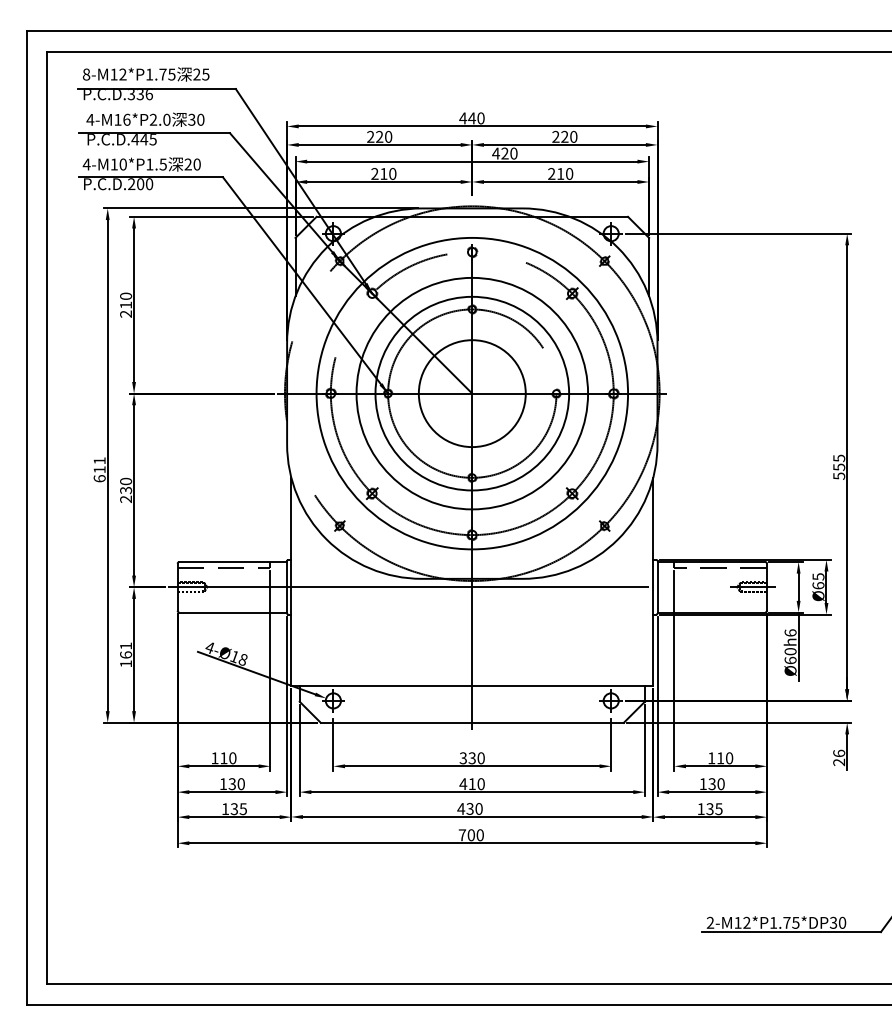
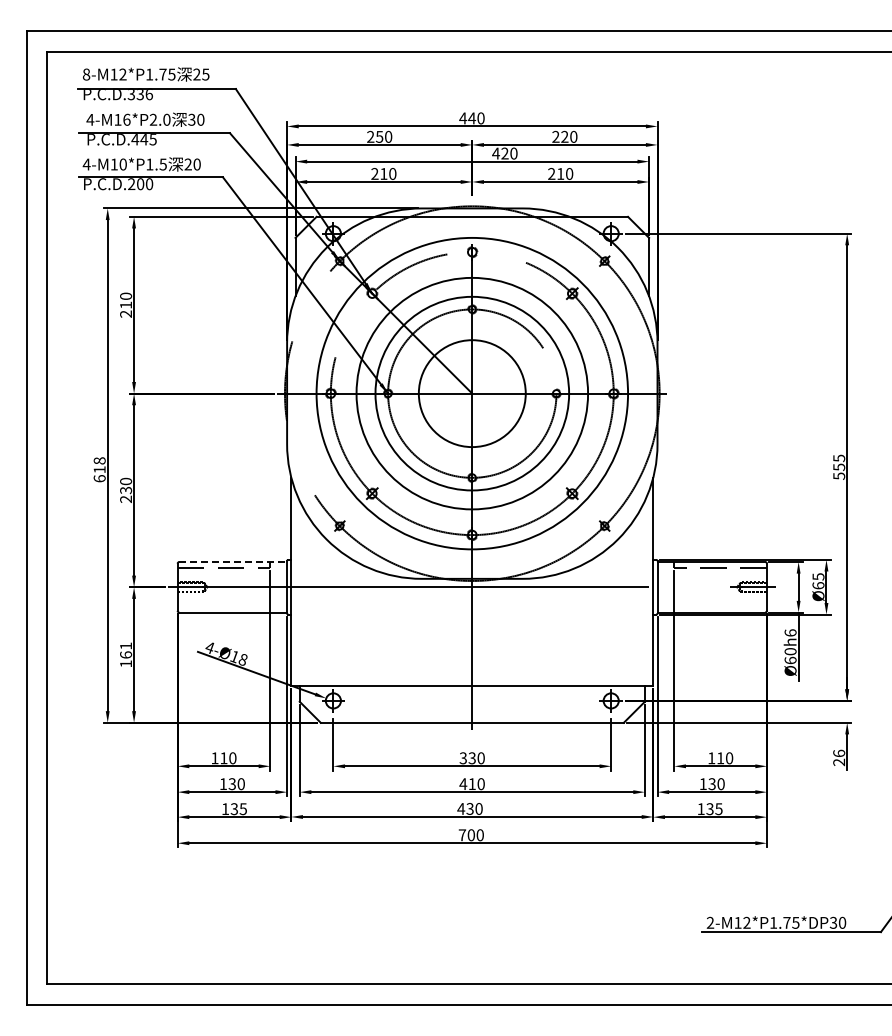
text at (379, 136): 220 -> 250
text at (99, 460): 611 -> 618
line at (233, 562): solid -> dashed
